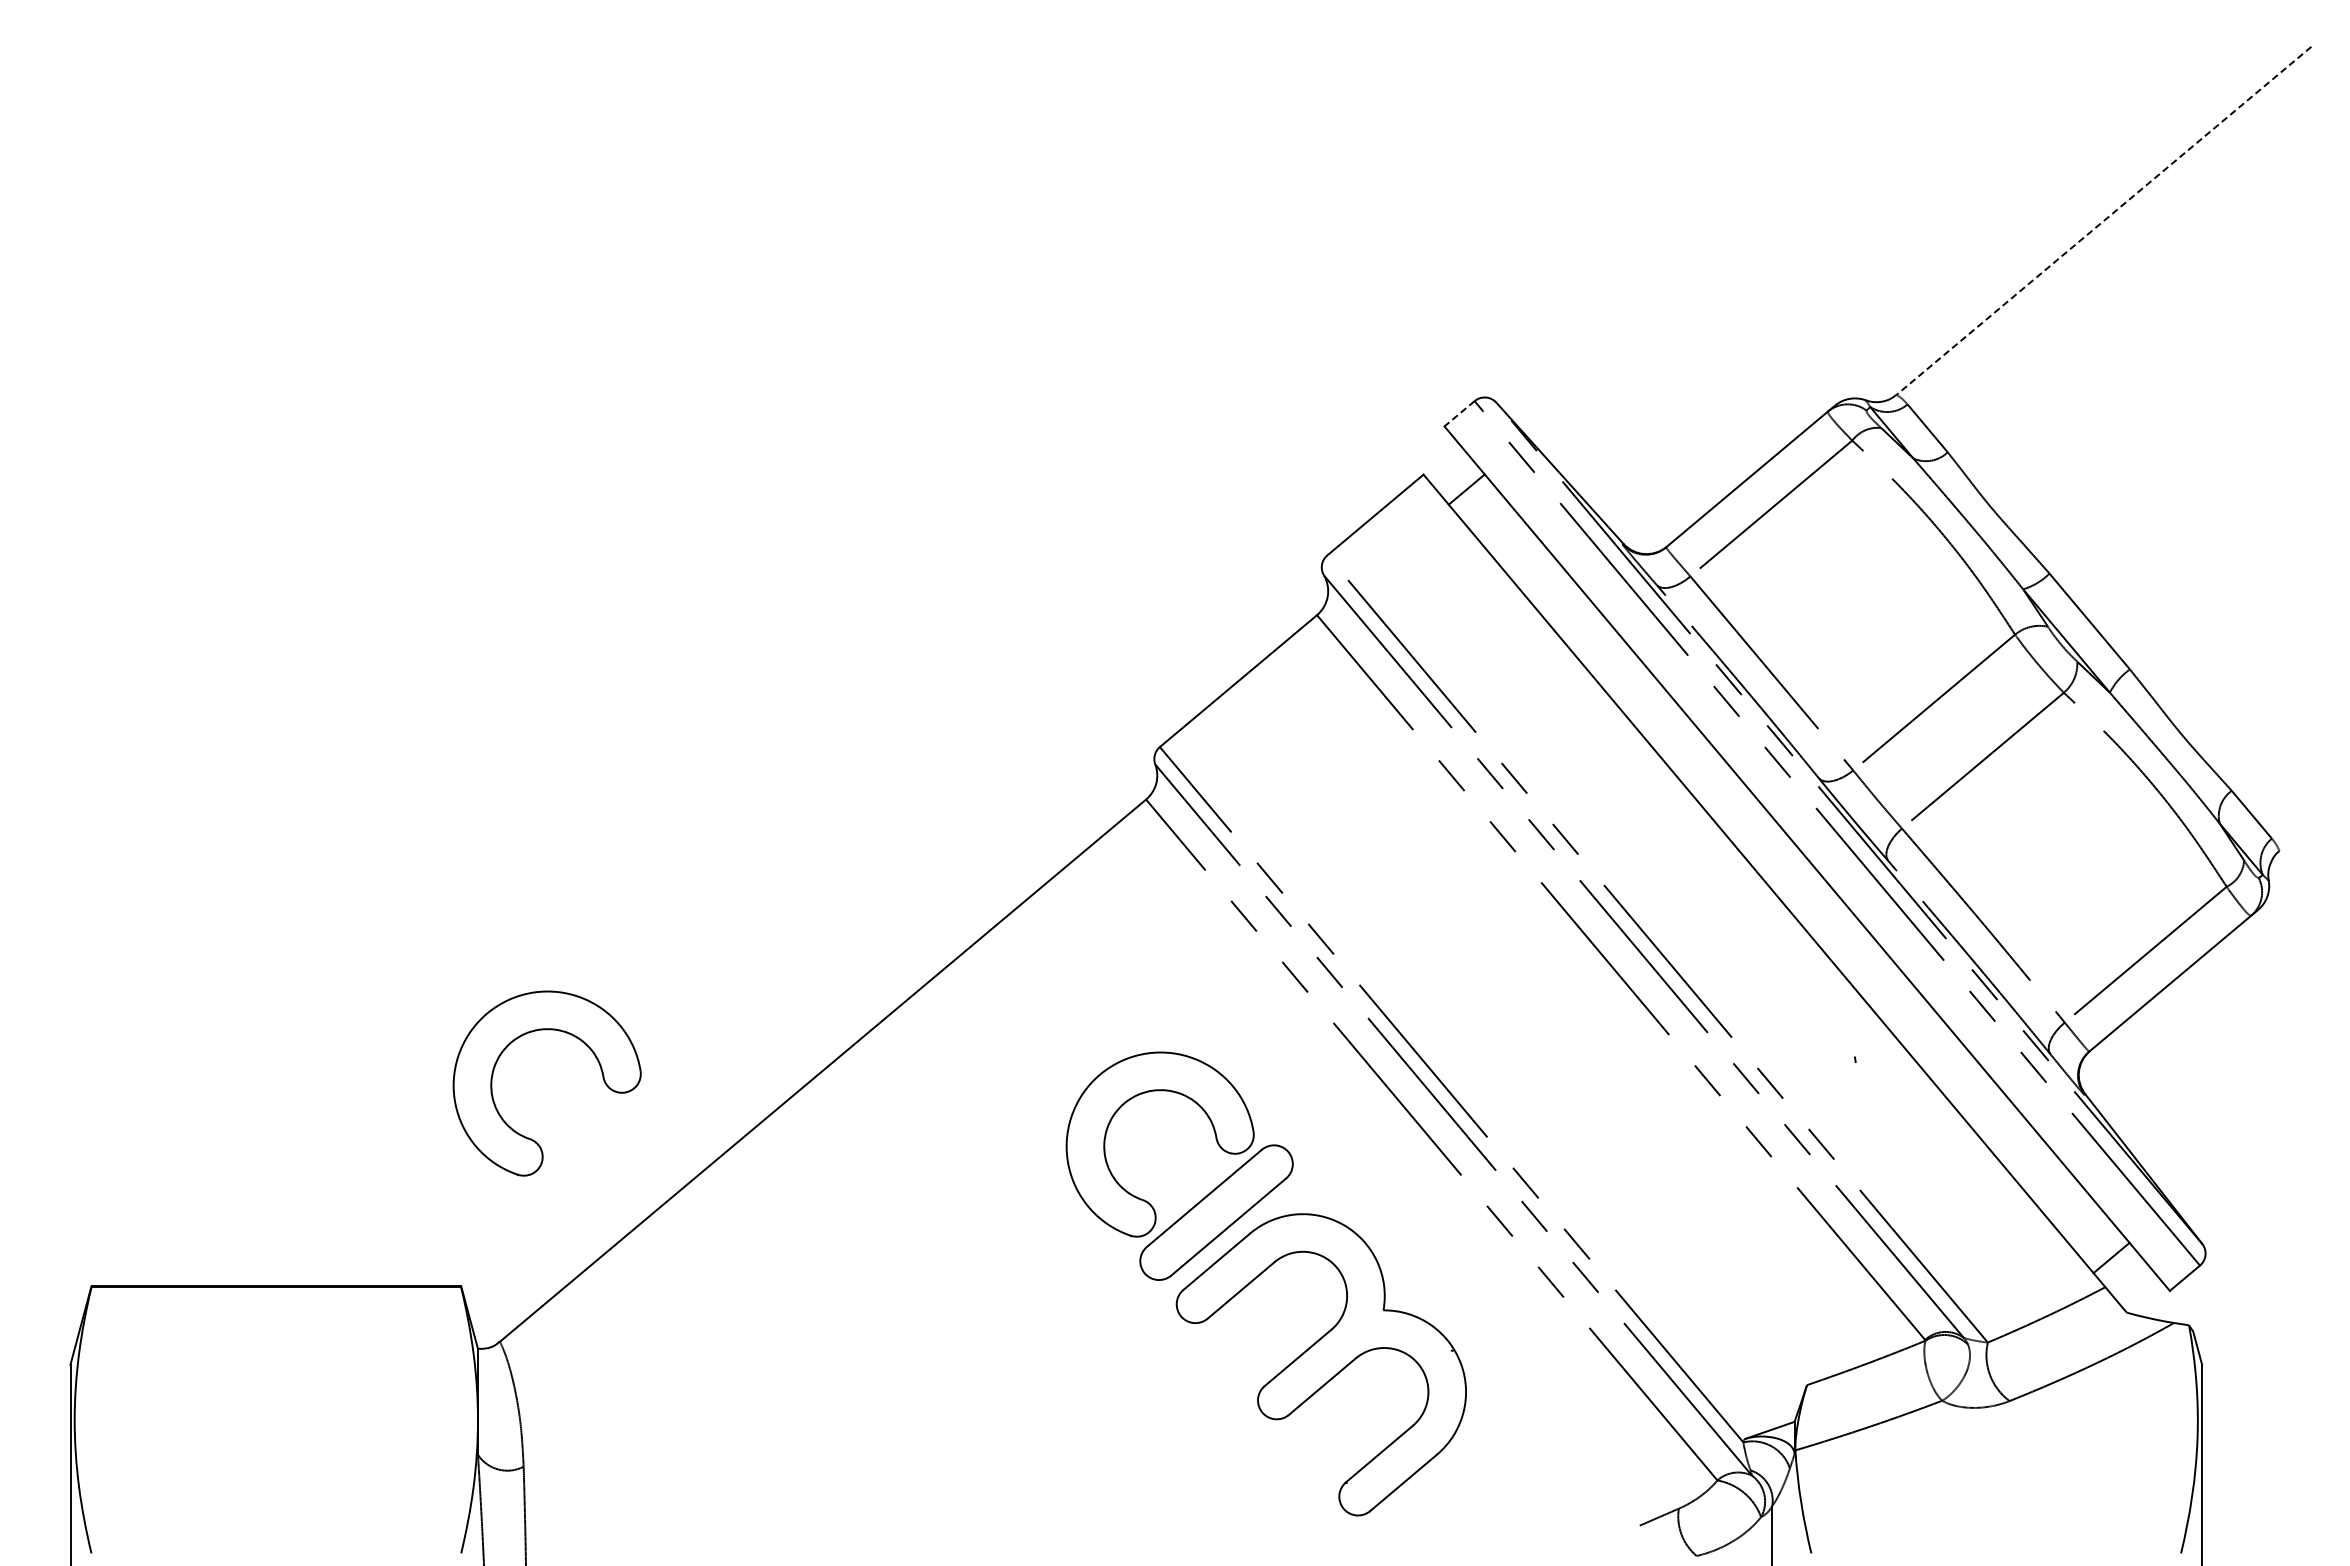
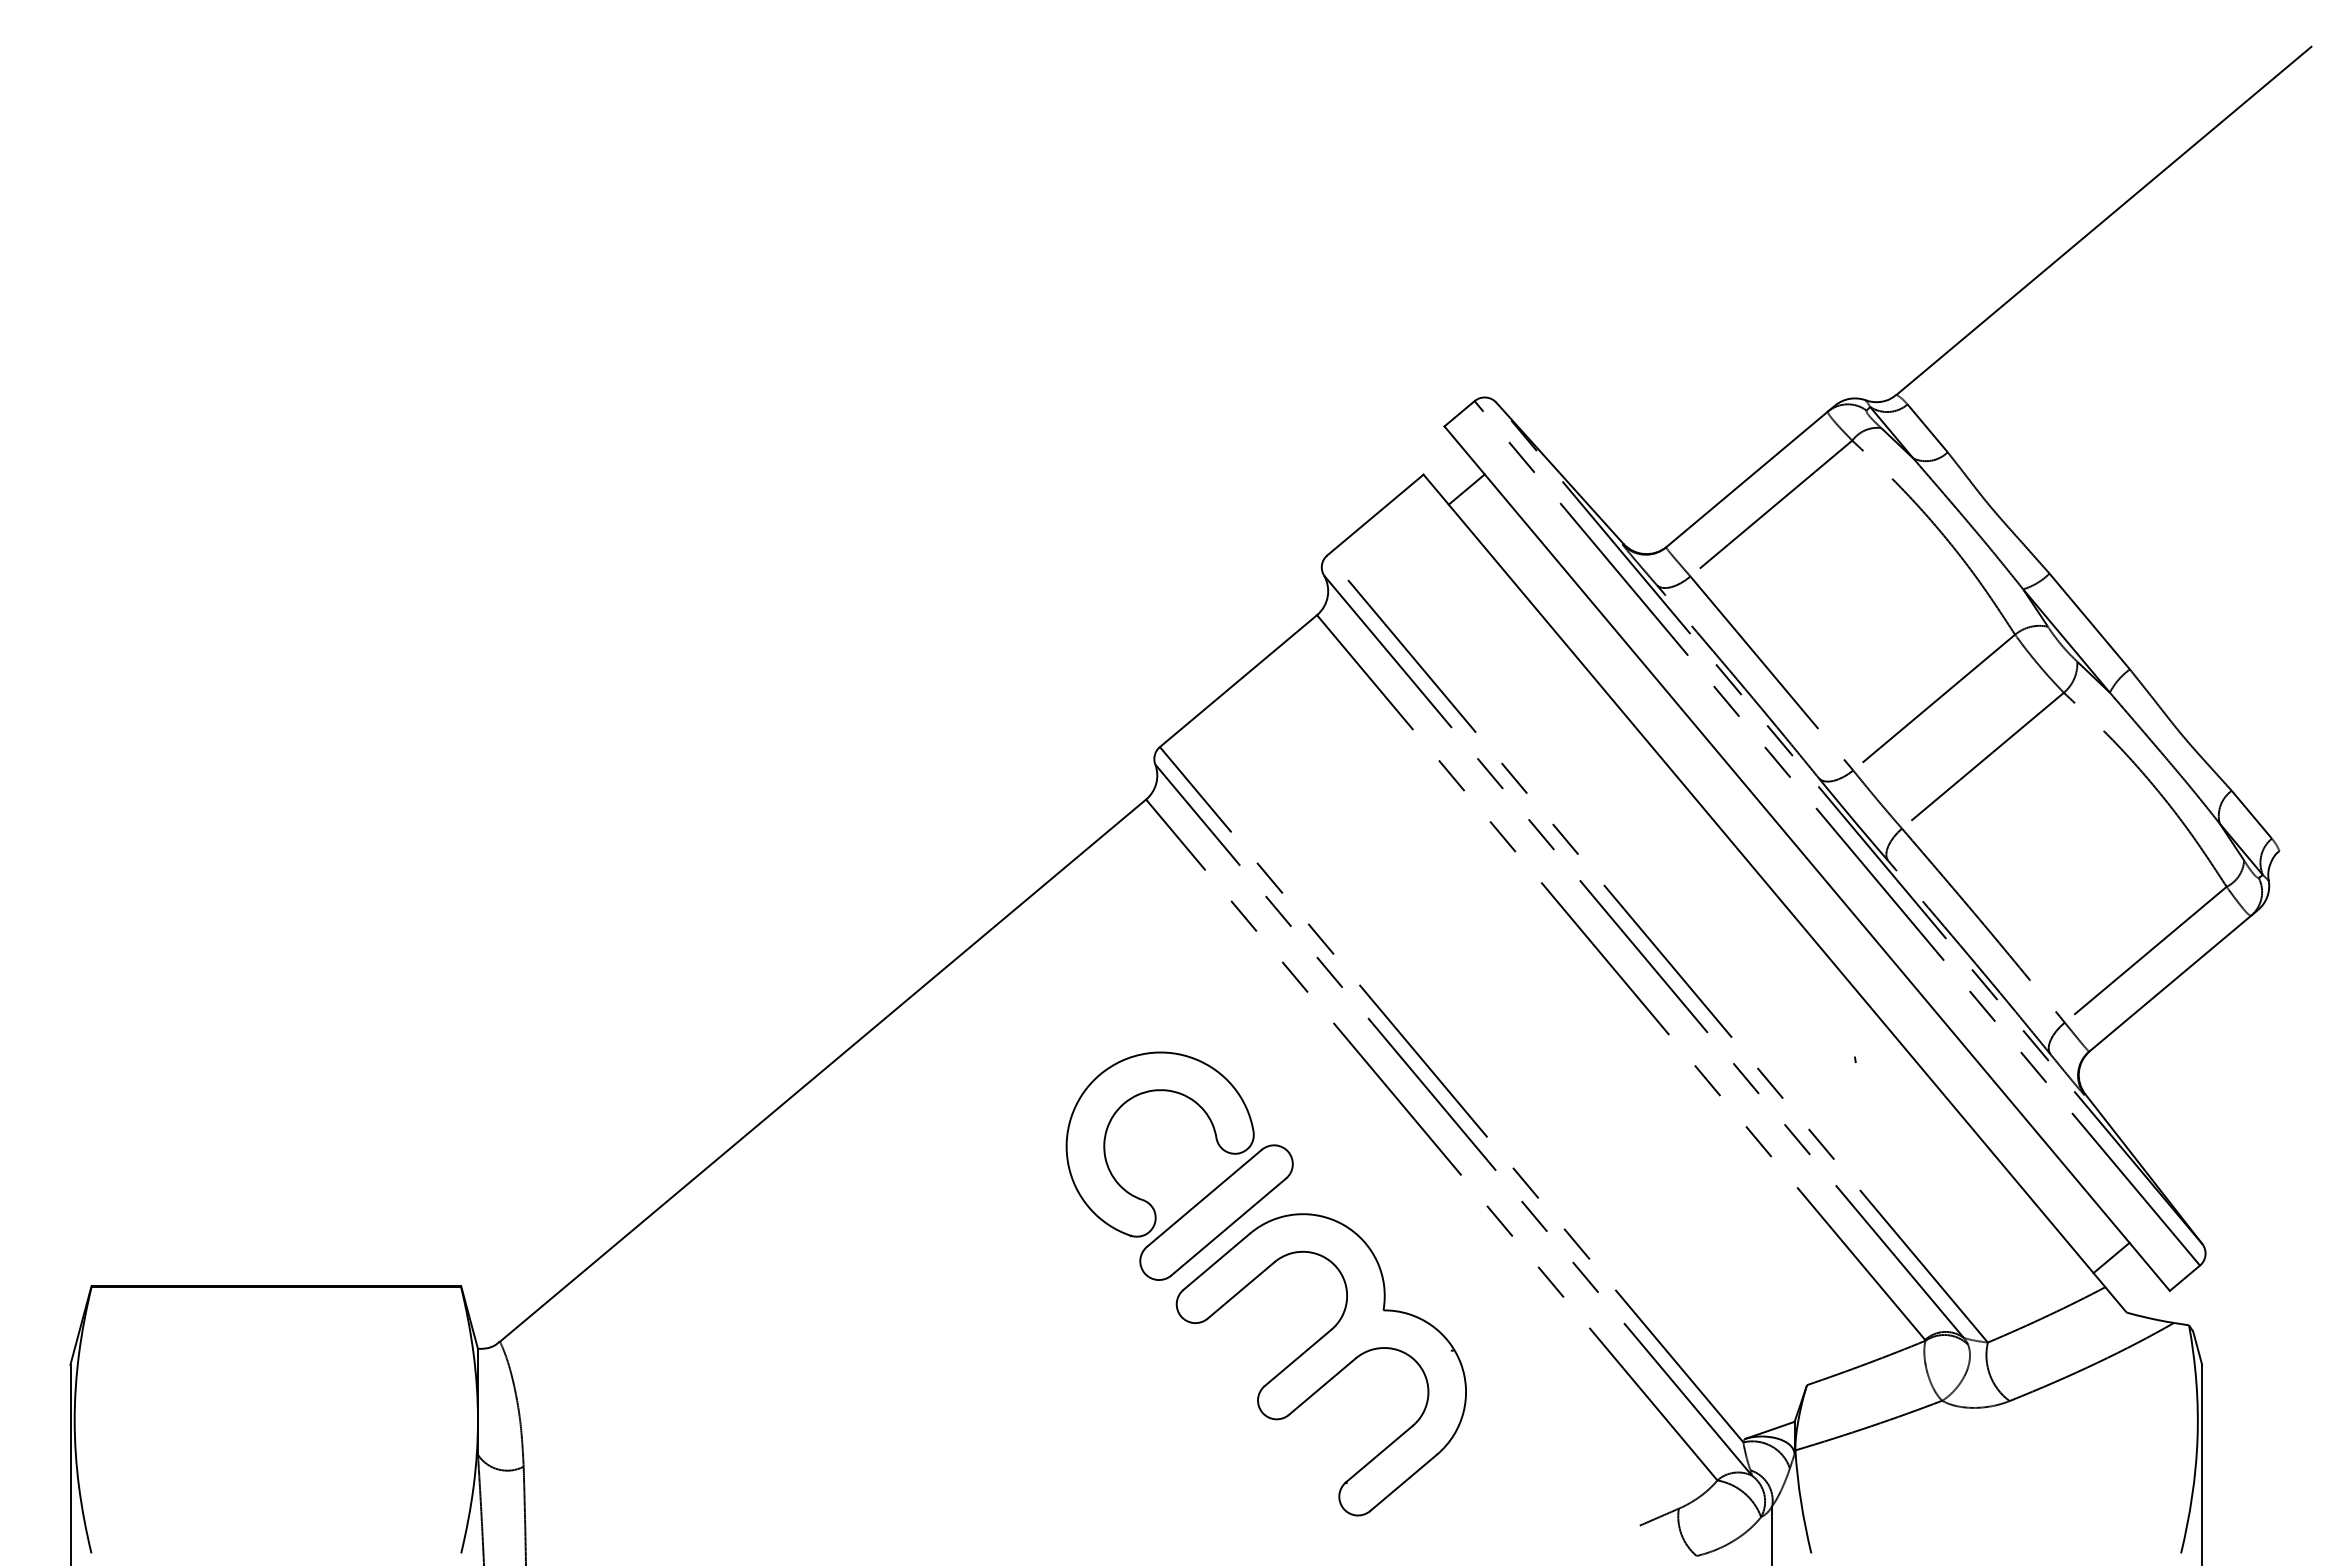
line at (2104, 220): dashed -> solid
line at (1459, 413): dashed -> solid
part at (517, 1039): present -> none
